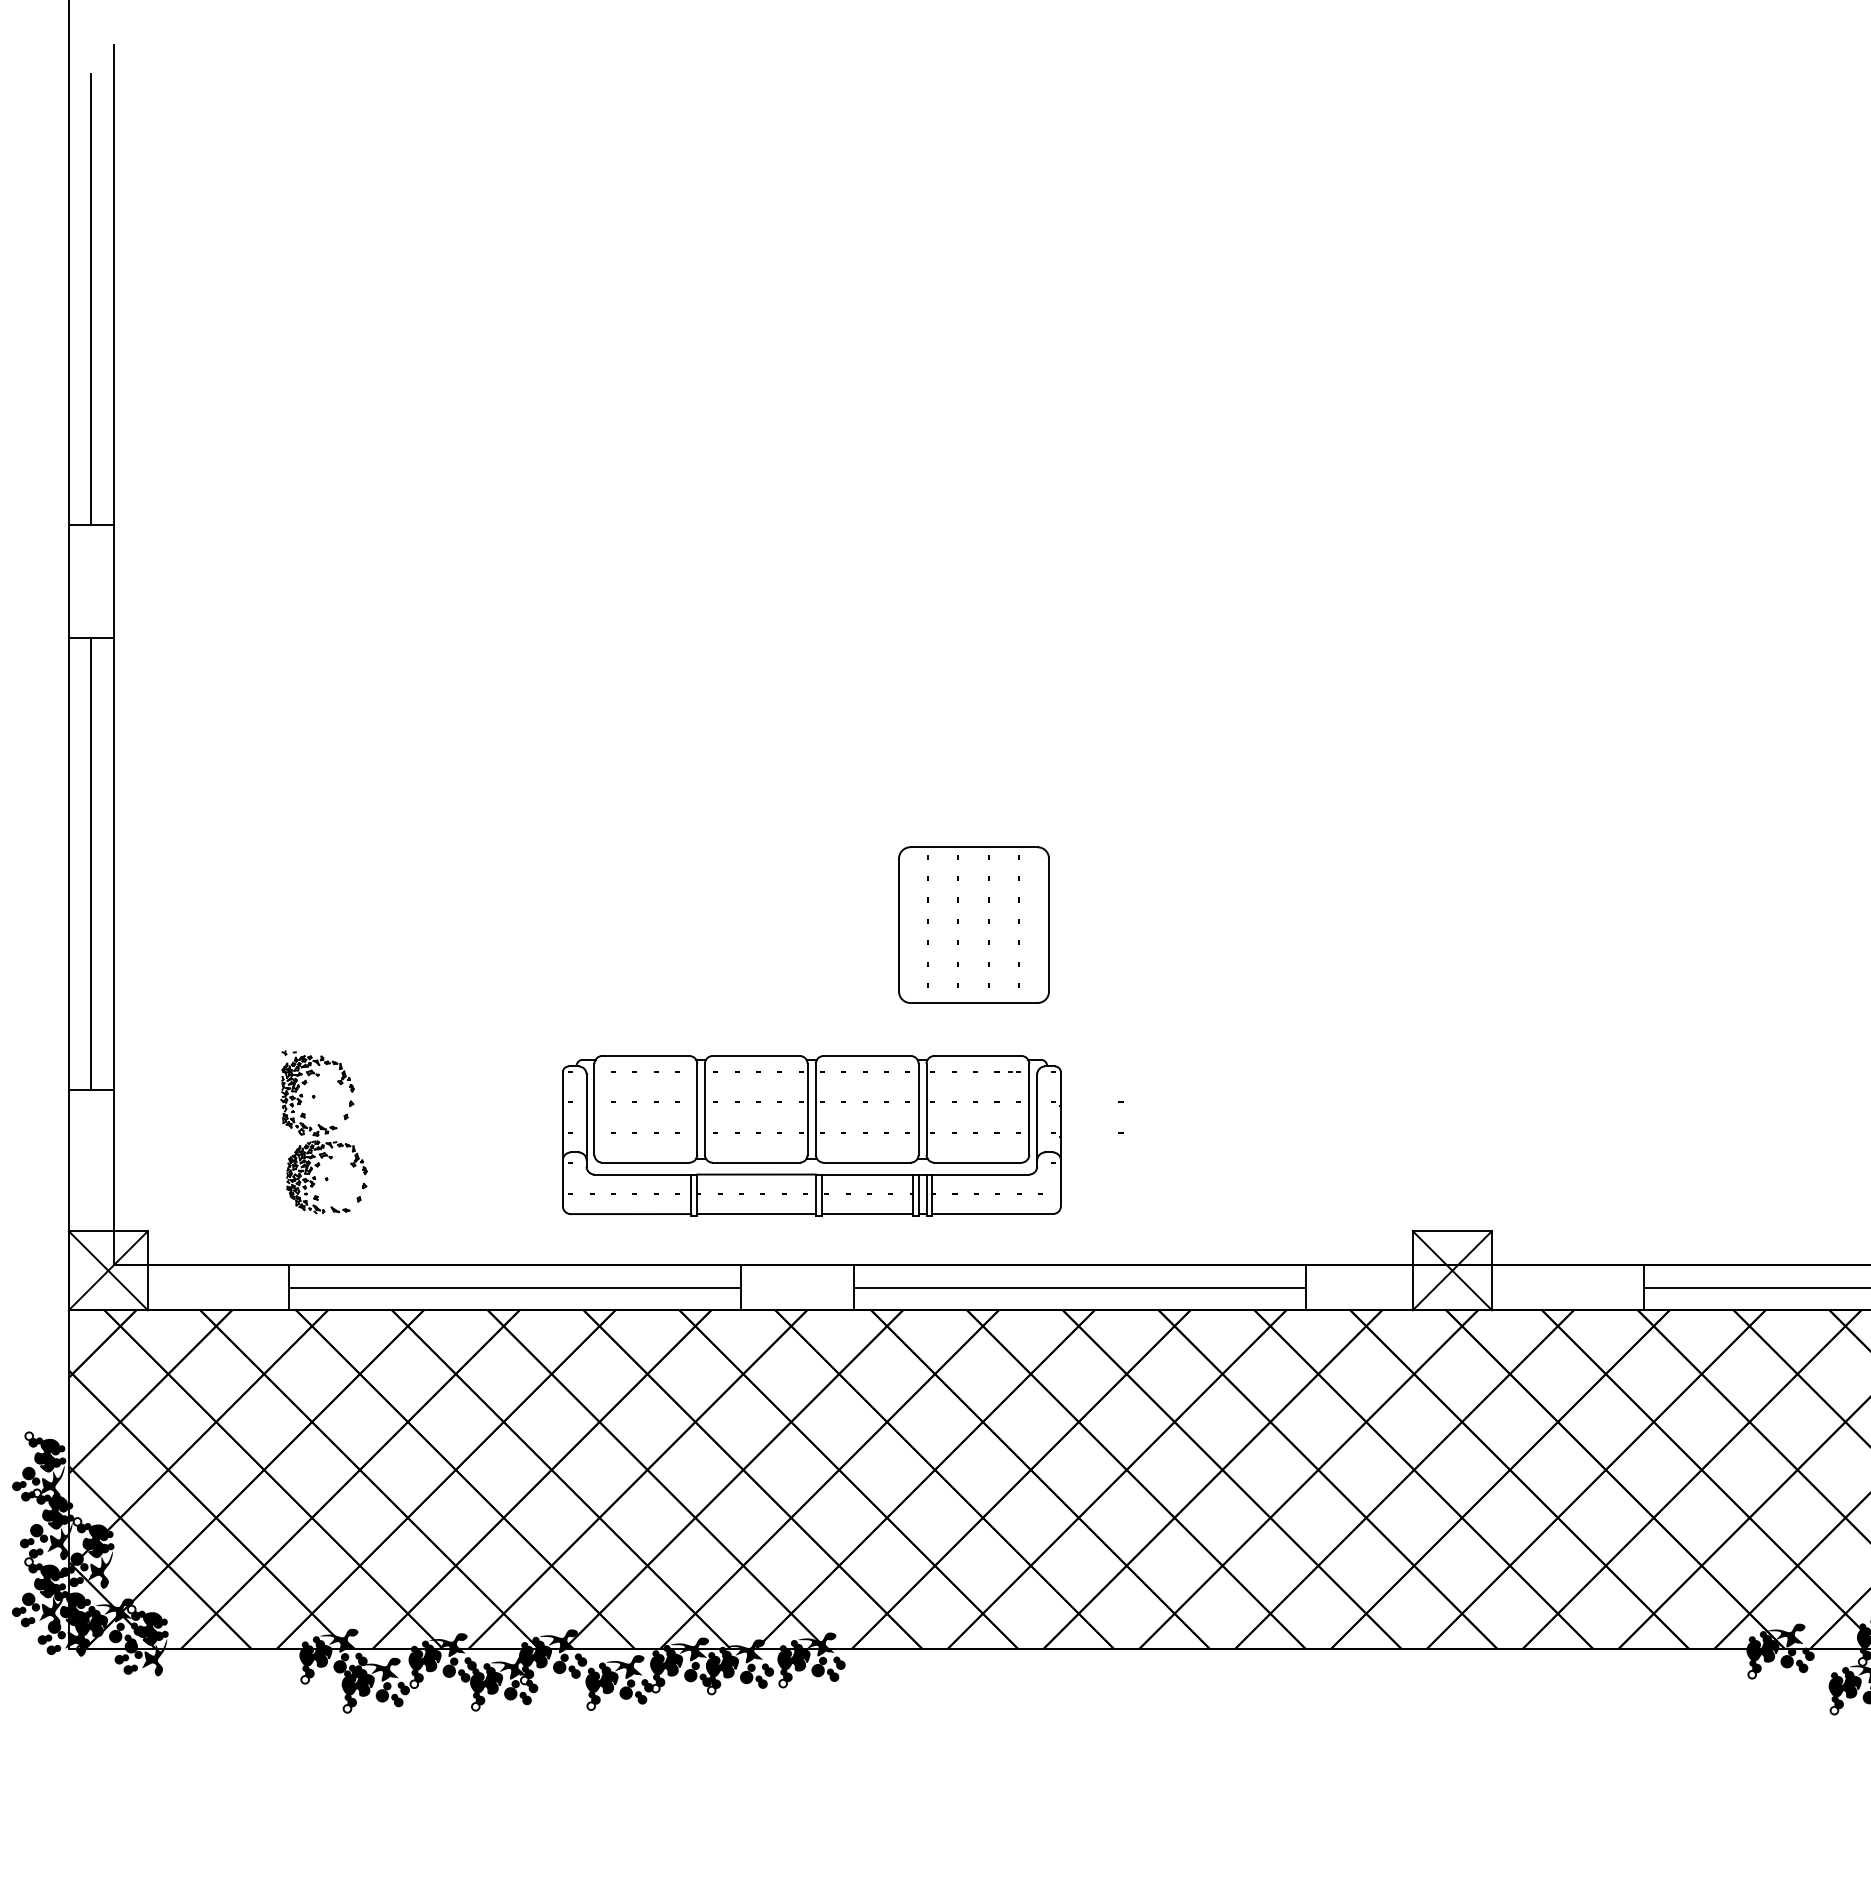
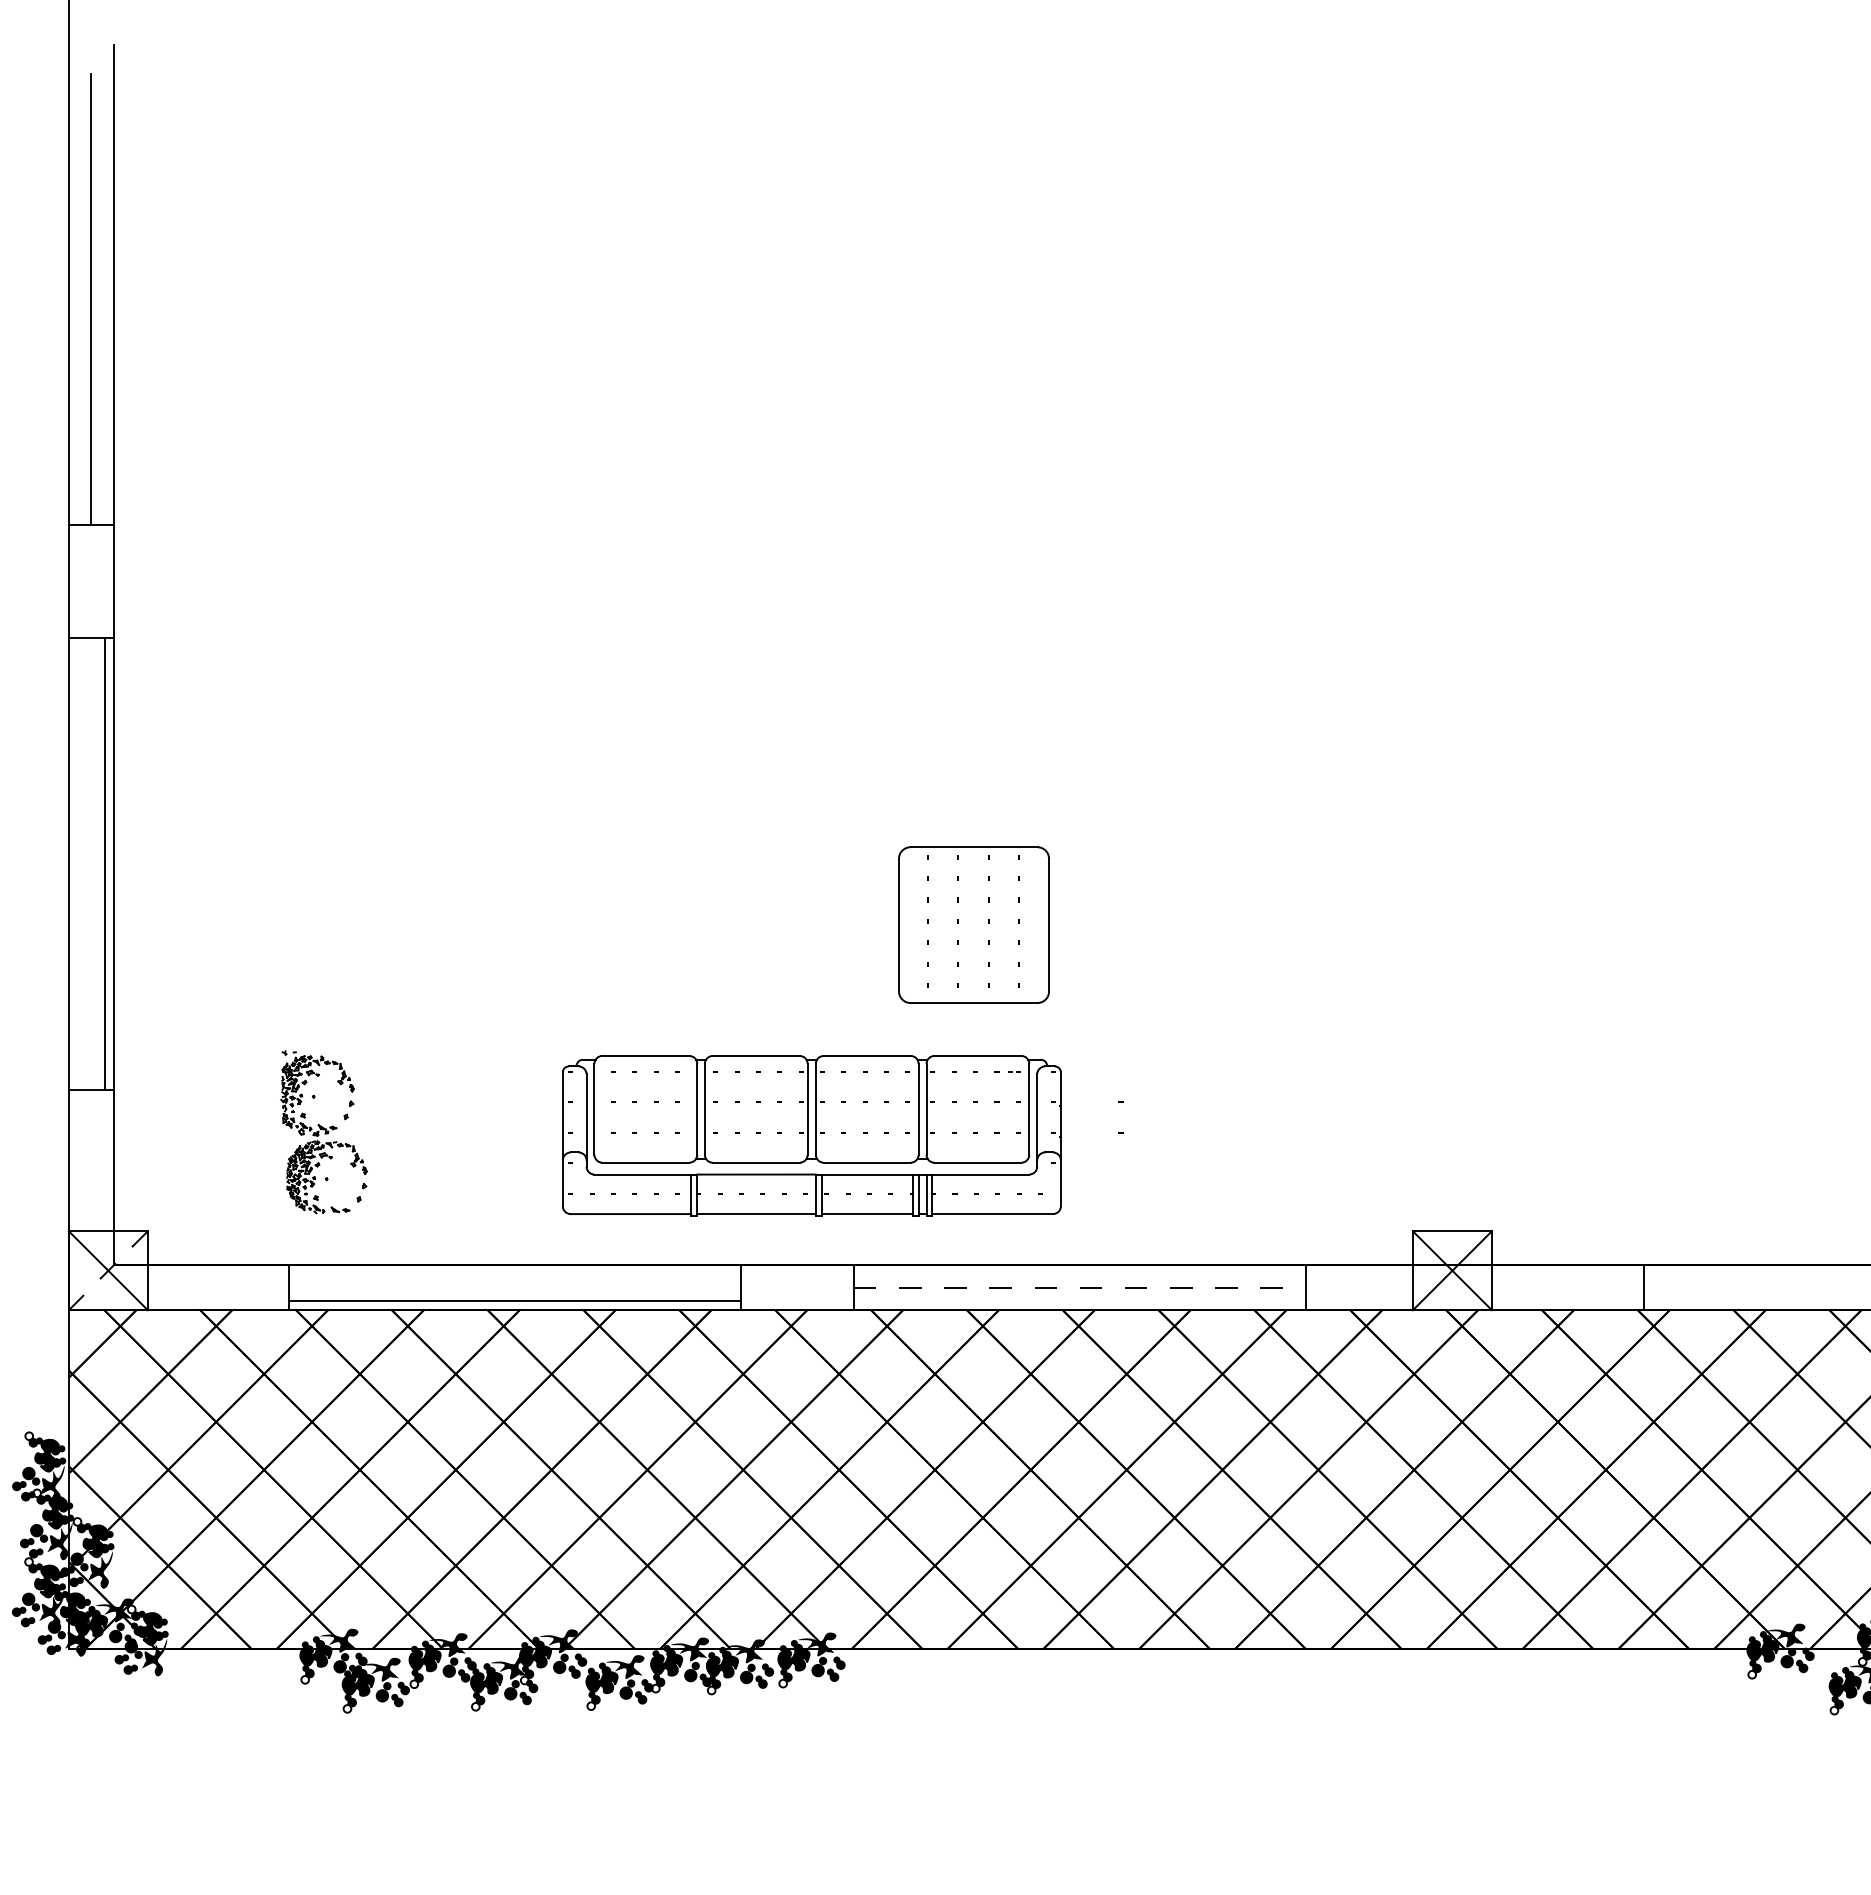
line at (91, 864) position: (91, 864) -> (105, 864)
line at (108, 1270): solid -> dashed
line at (514, 1287) position: (514, 1287) -> (514, 1300)
line at (1079, 1287): solid -> dashed
line at (1755, 1287): present -> none
